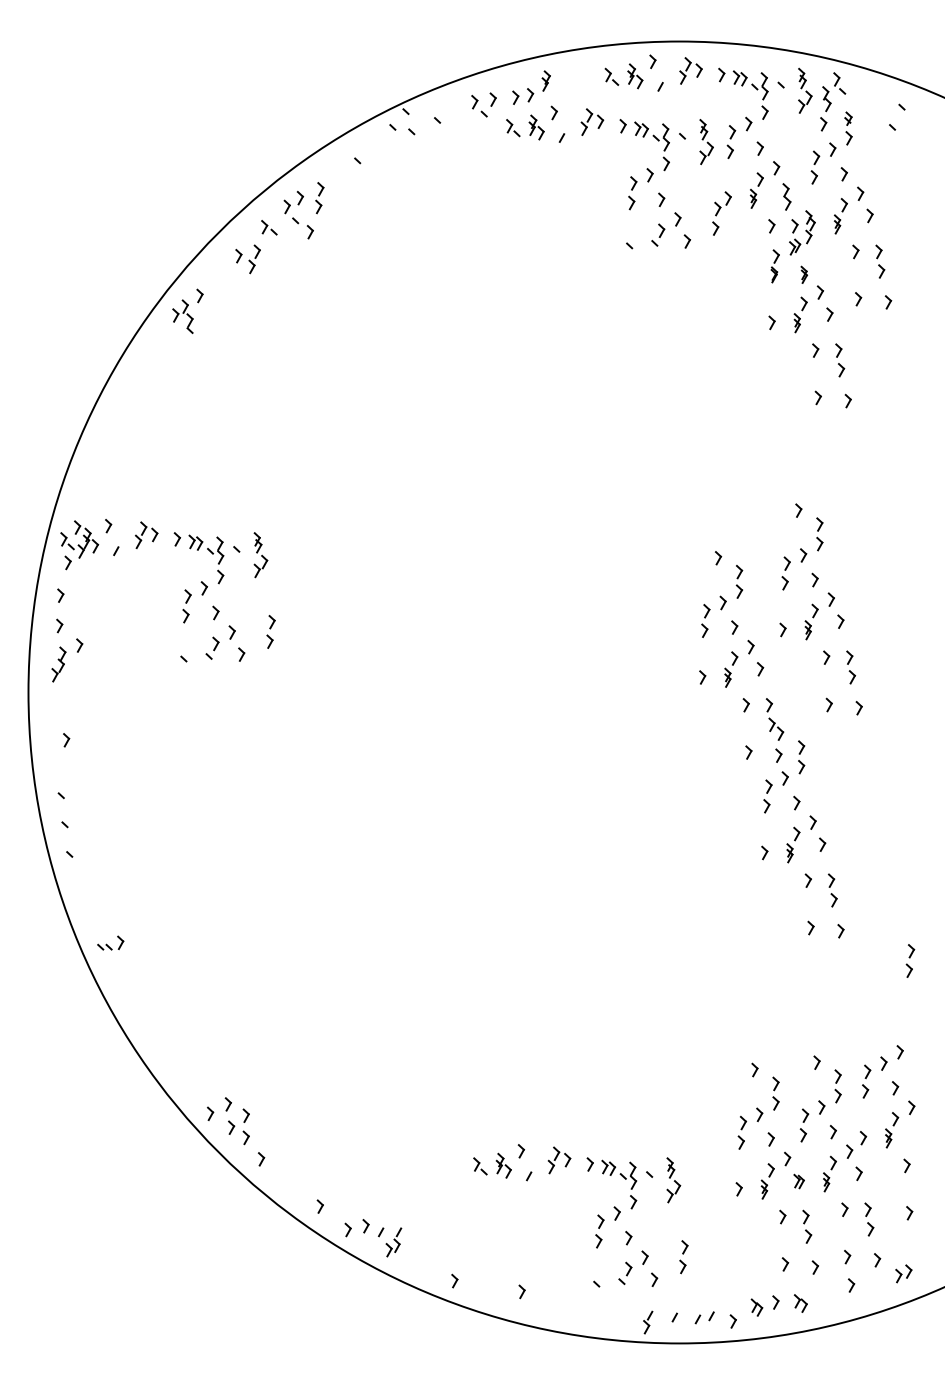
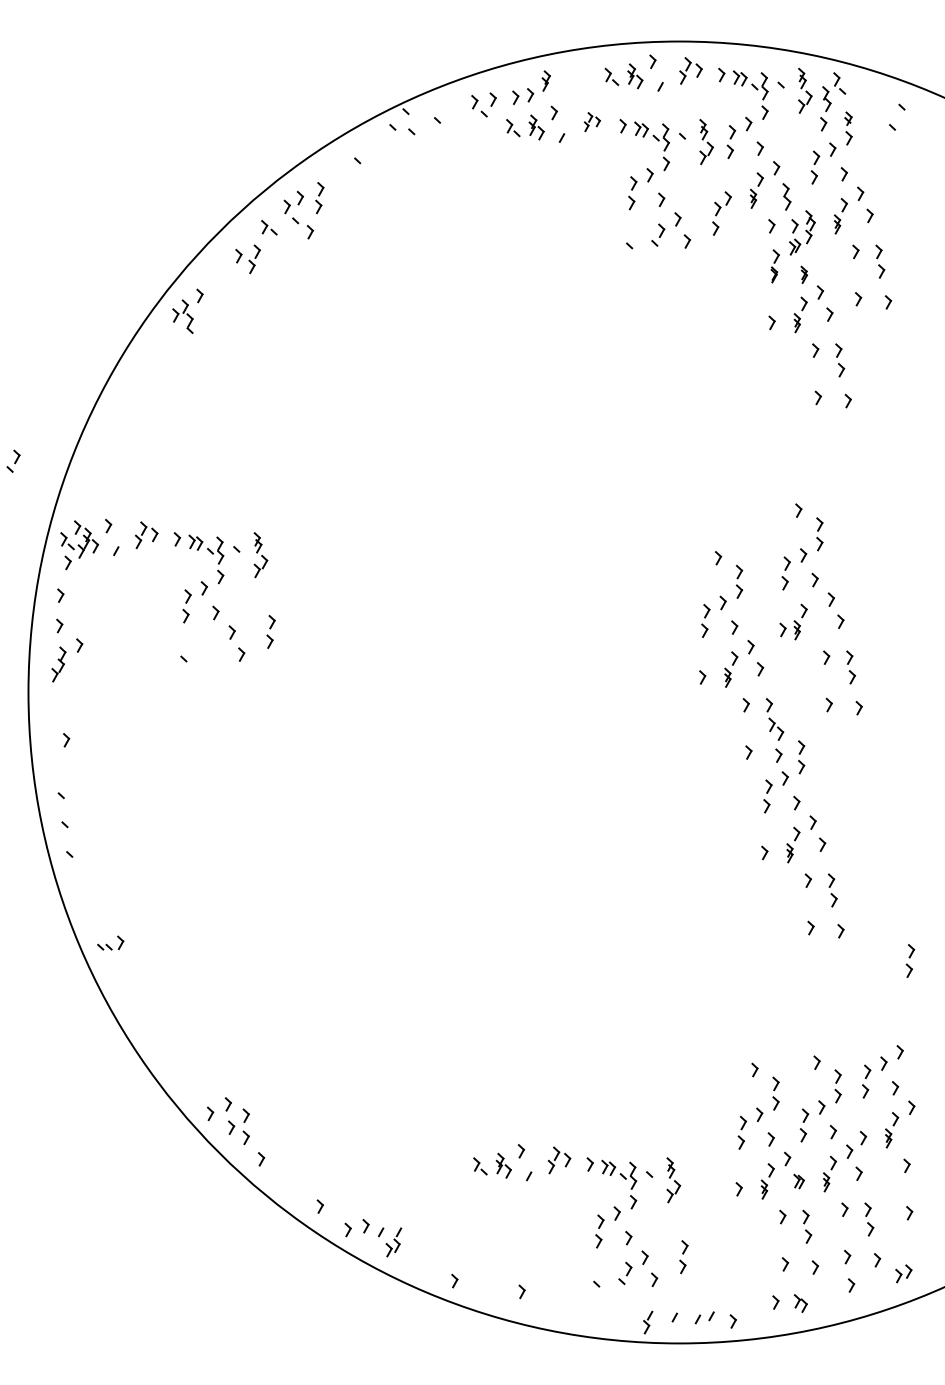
part at (592, 121) size: 25x28 px -> 18x21 px
part at (811, 621) position: (811, 621) -> (800, 621)
part at (212, 647) position: (212, 647) -> (13, 460)
part at (756, 1307): present -> none
